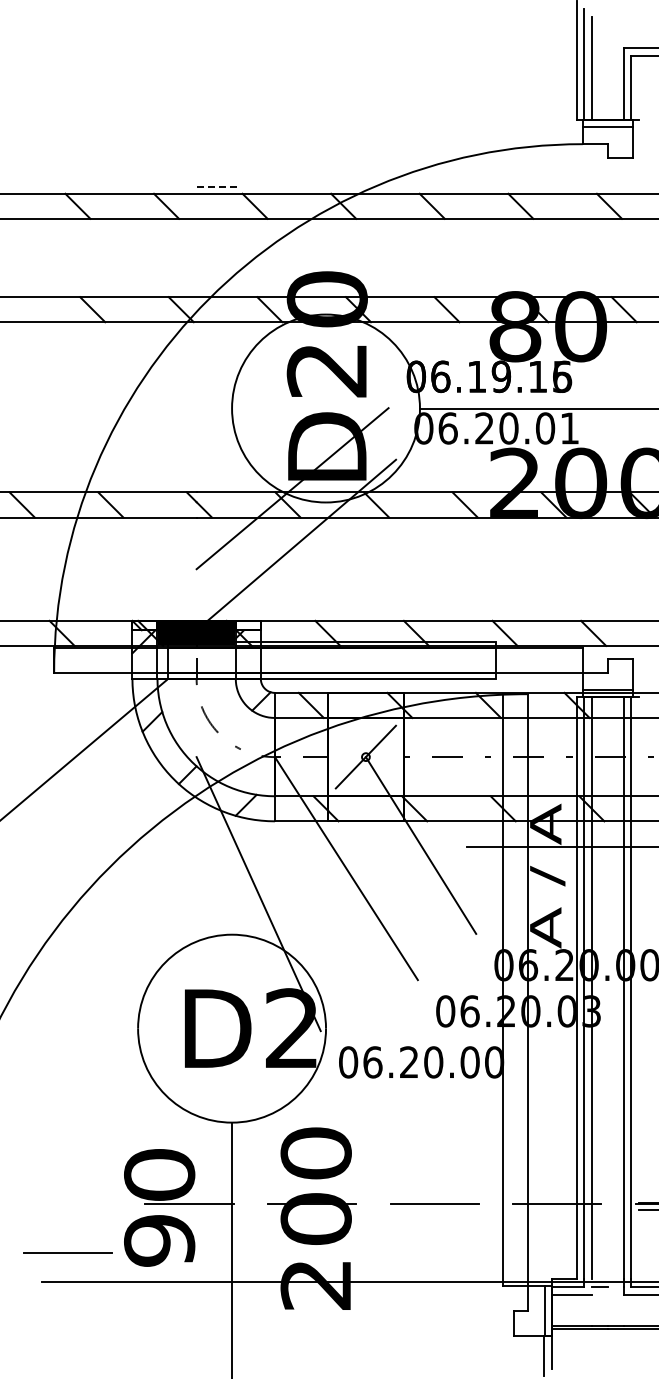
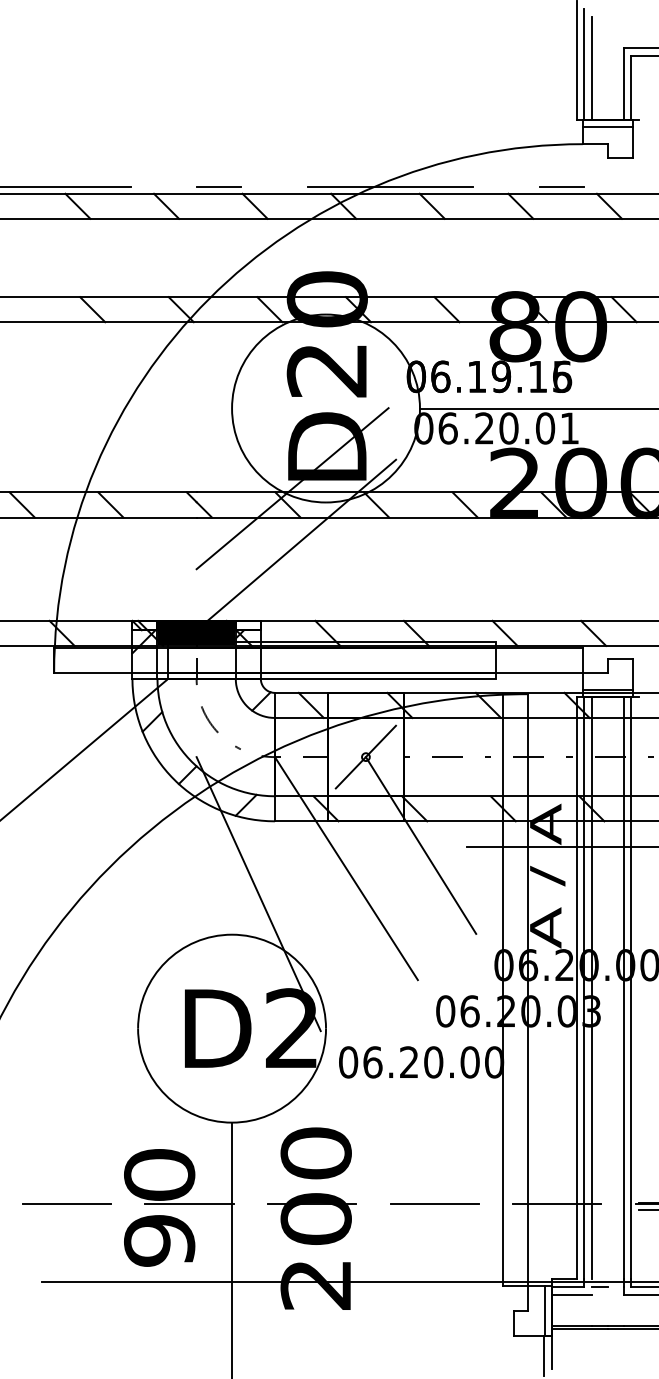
line at (66, 187): none -> present
line at (219, 187): dashed -> solid
line at (390, 187): none -> present
line at (561, 187): none -> present
line at (67, 1252) position: (67, 1252) -> (66, 1203)
